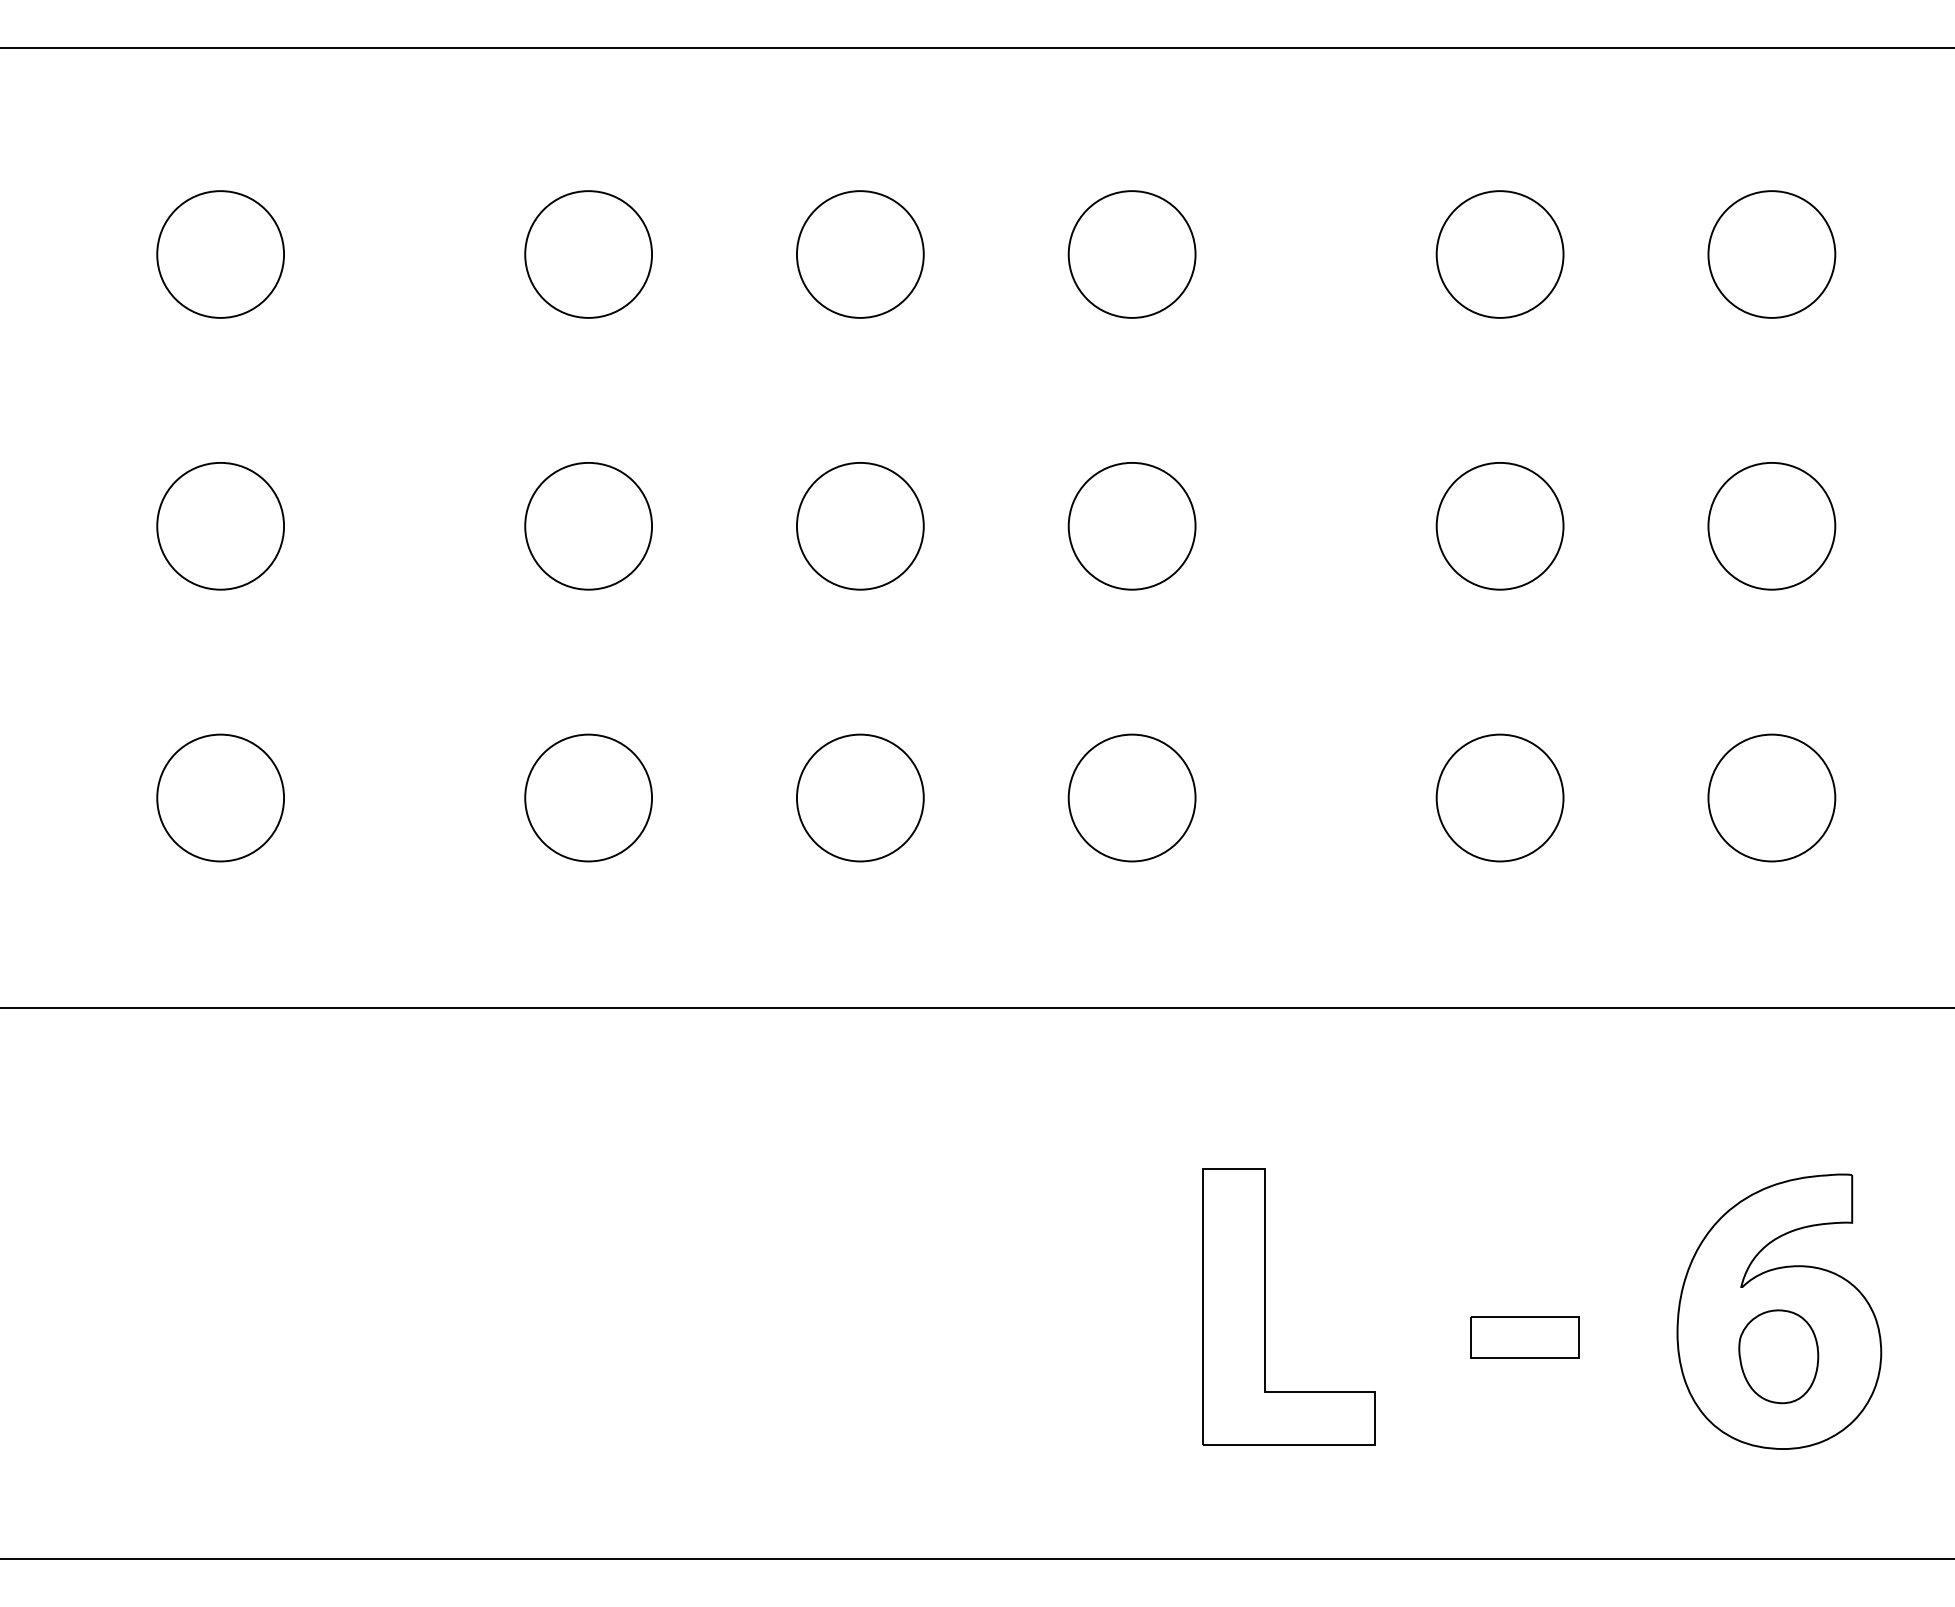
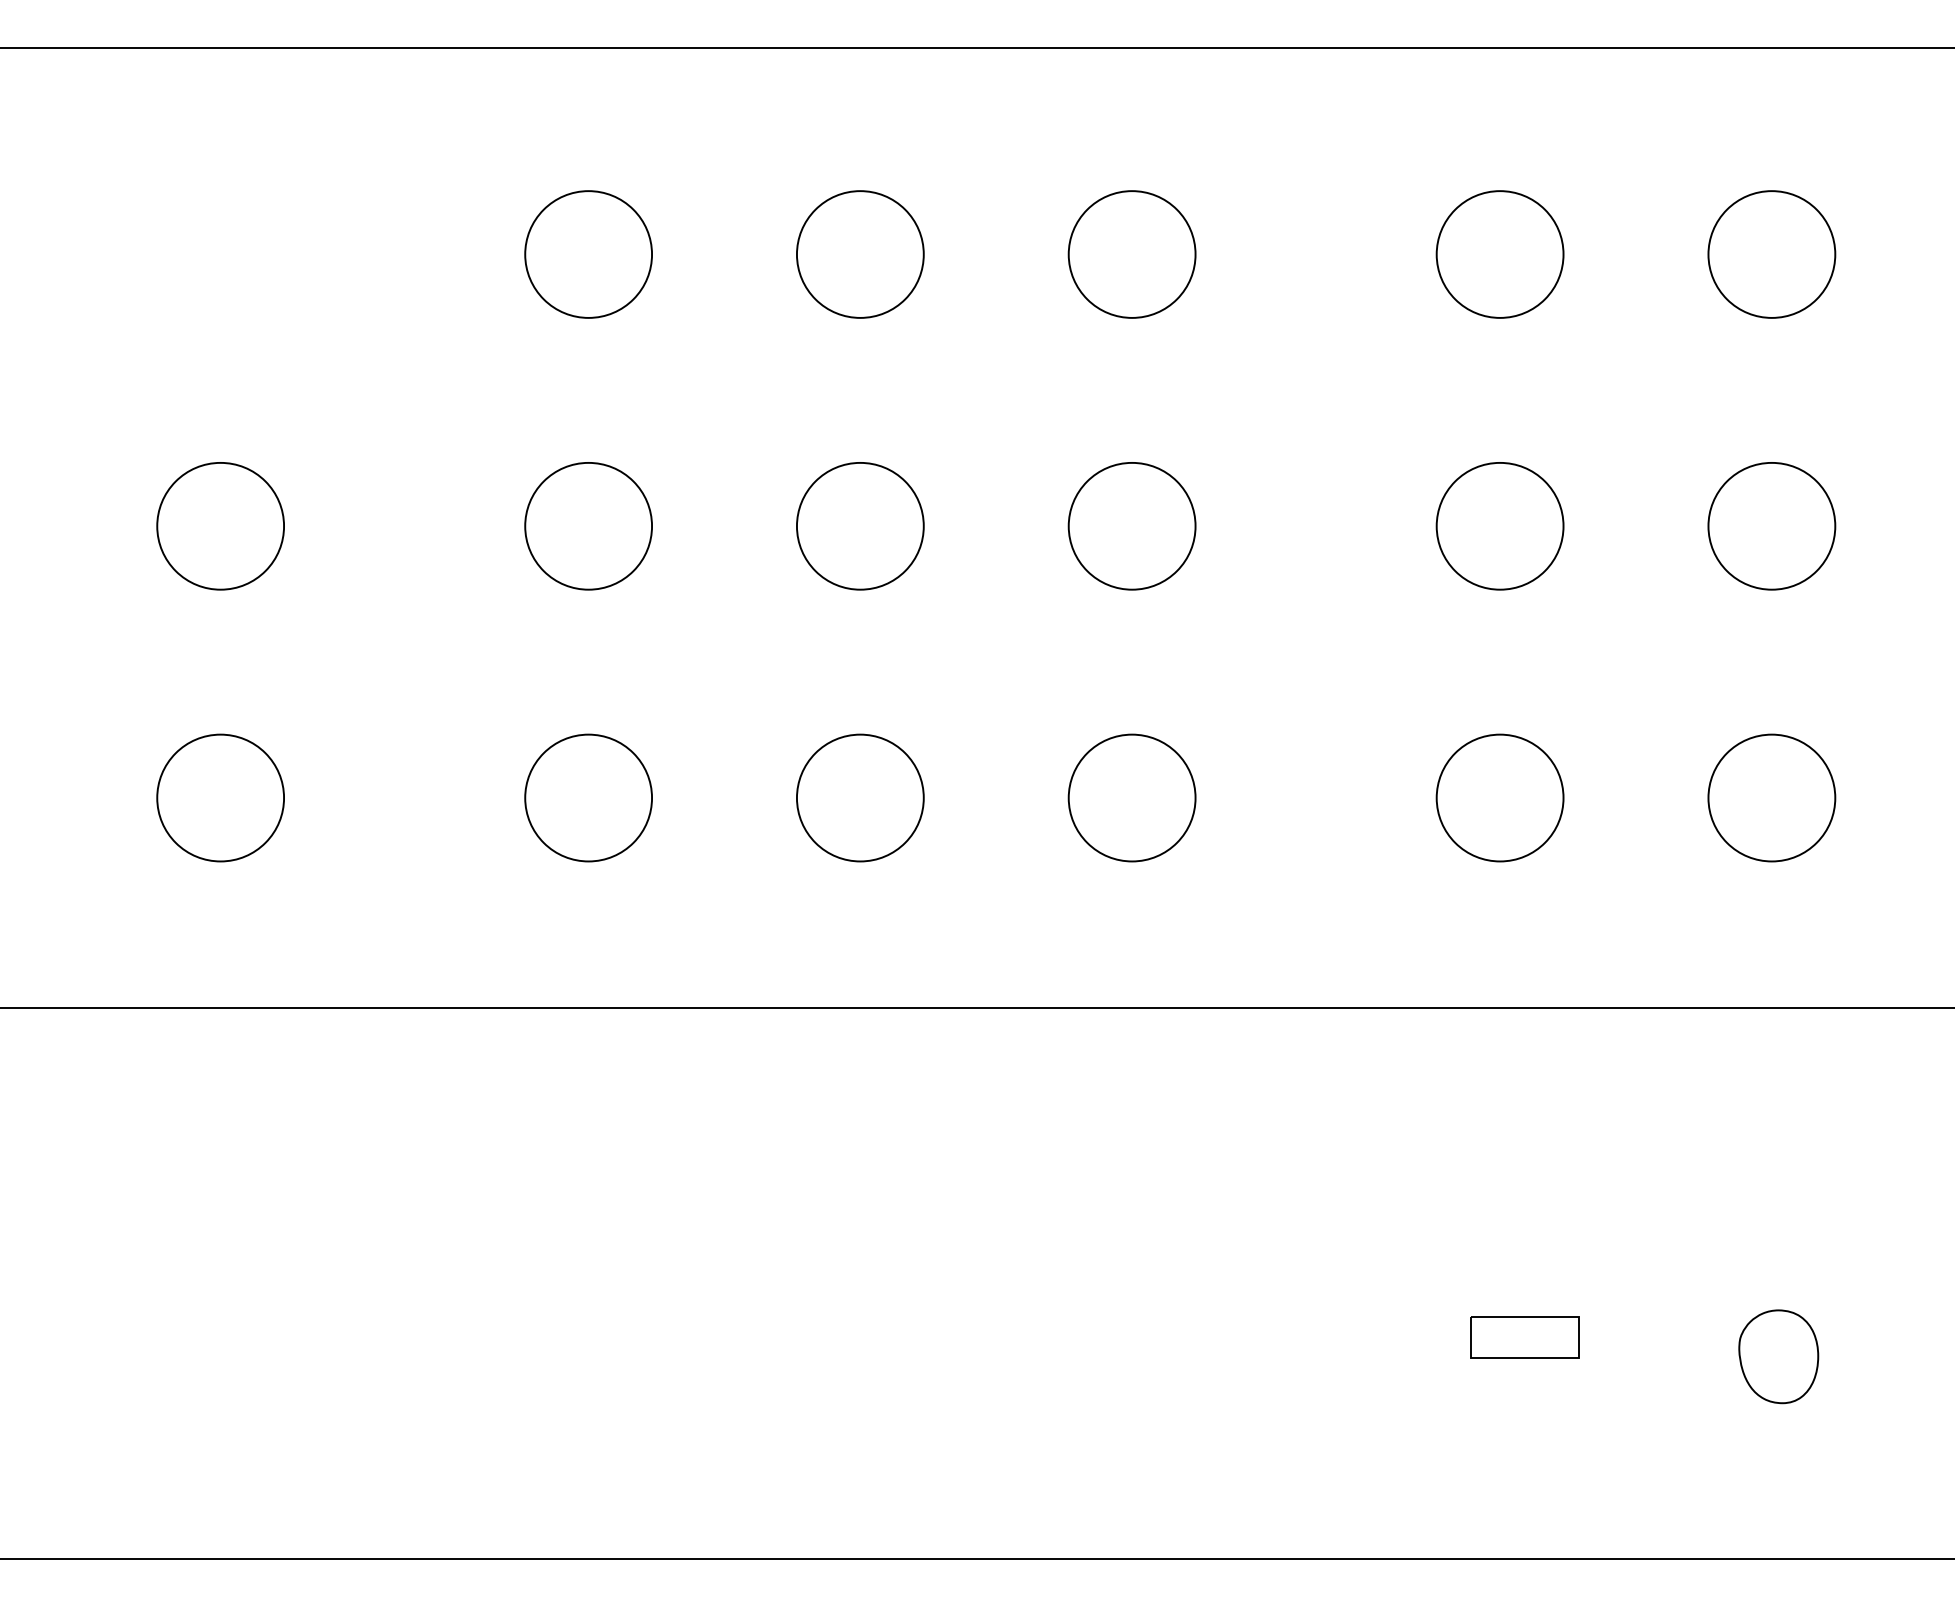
part at (220, 254): present -> none
part at (1265, 1306): present -> none
part at (1779, 1311): present -> none
